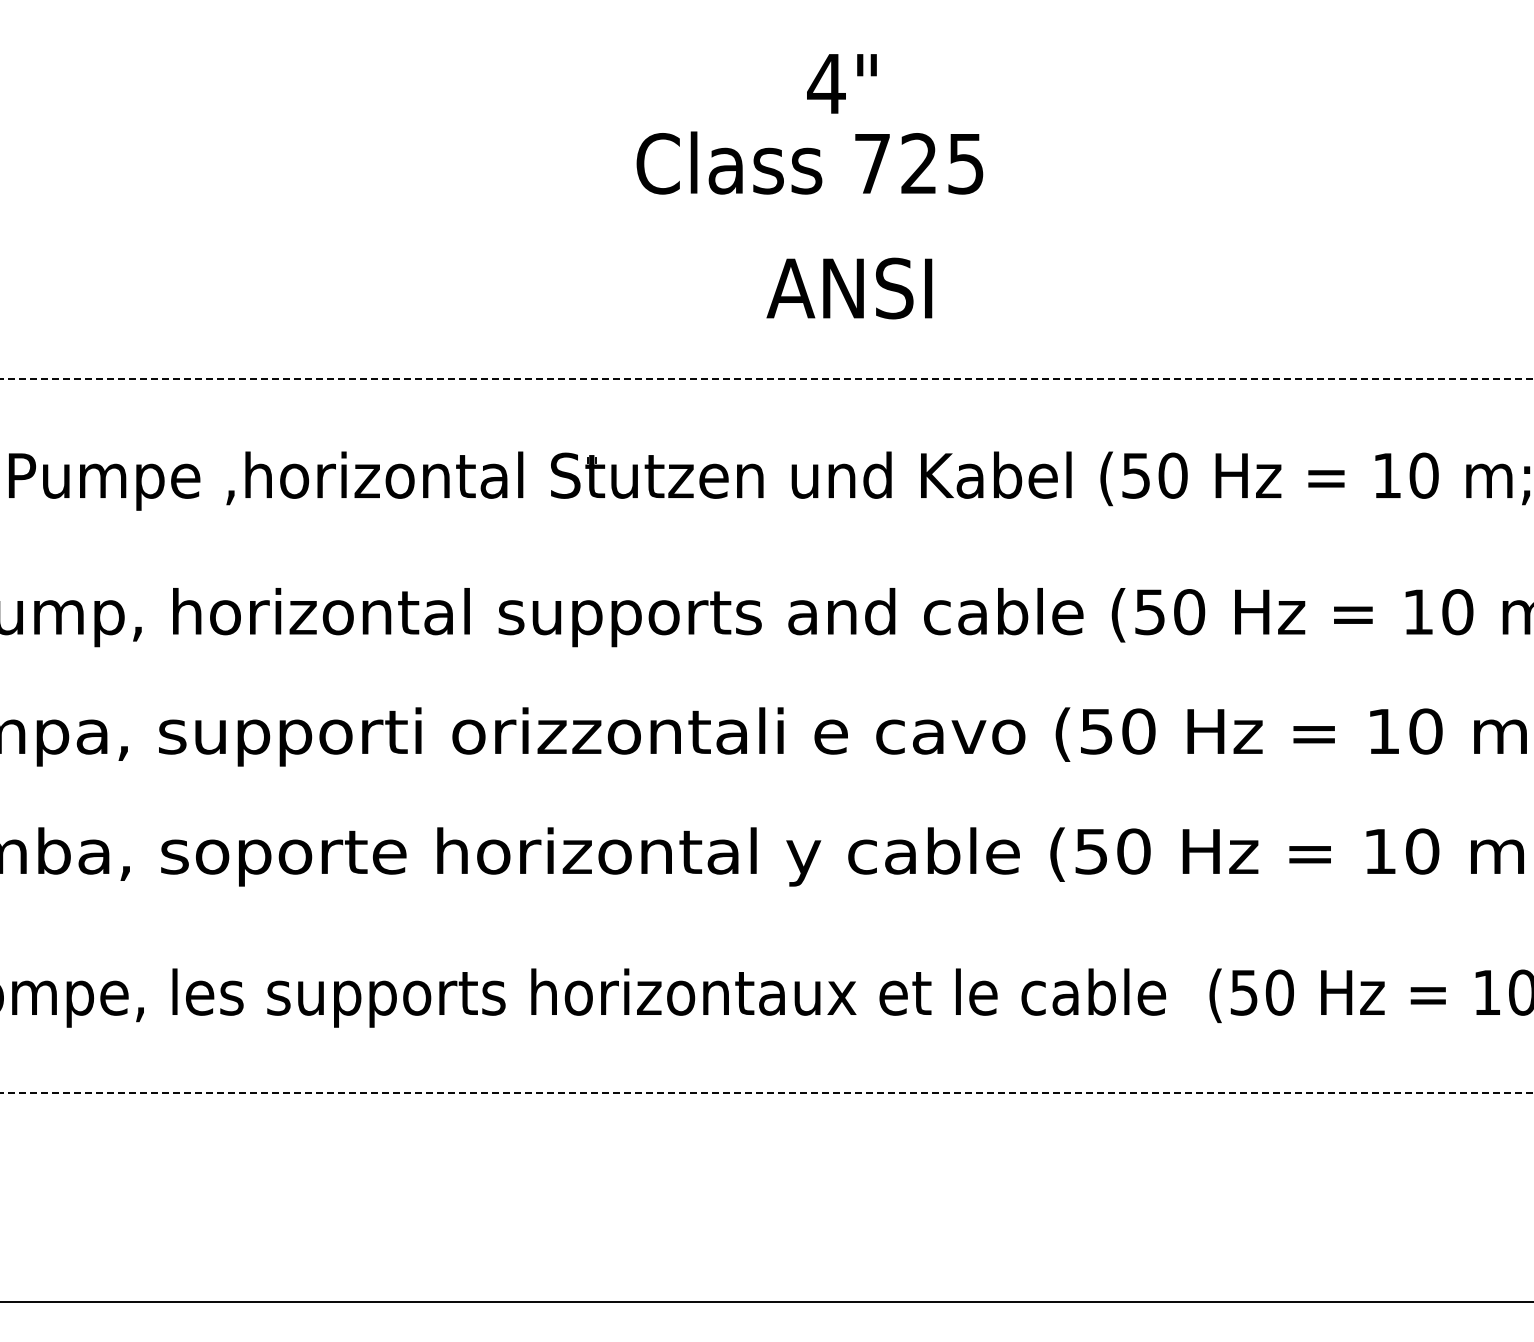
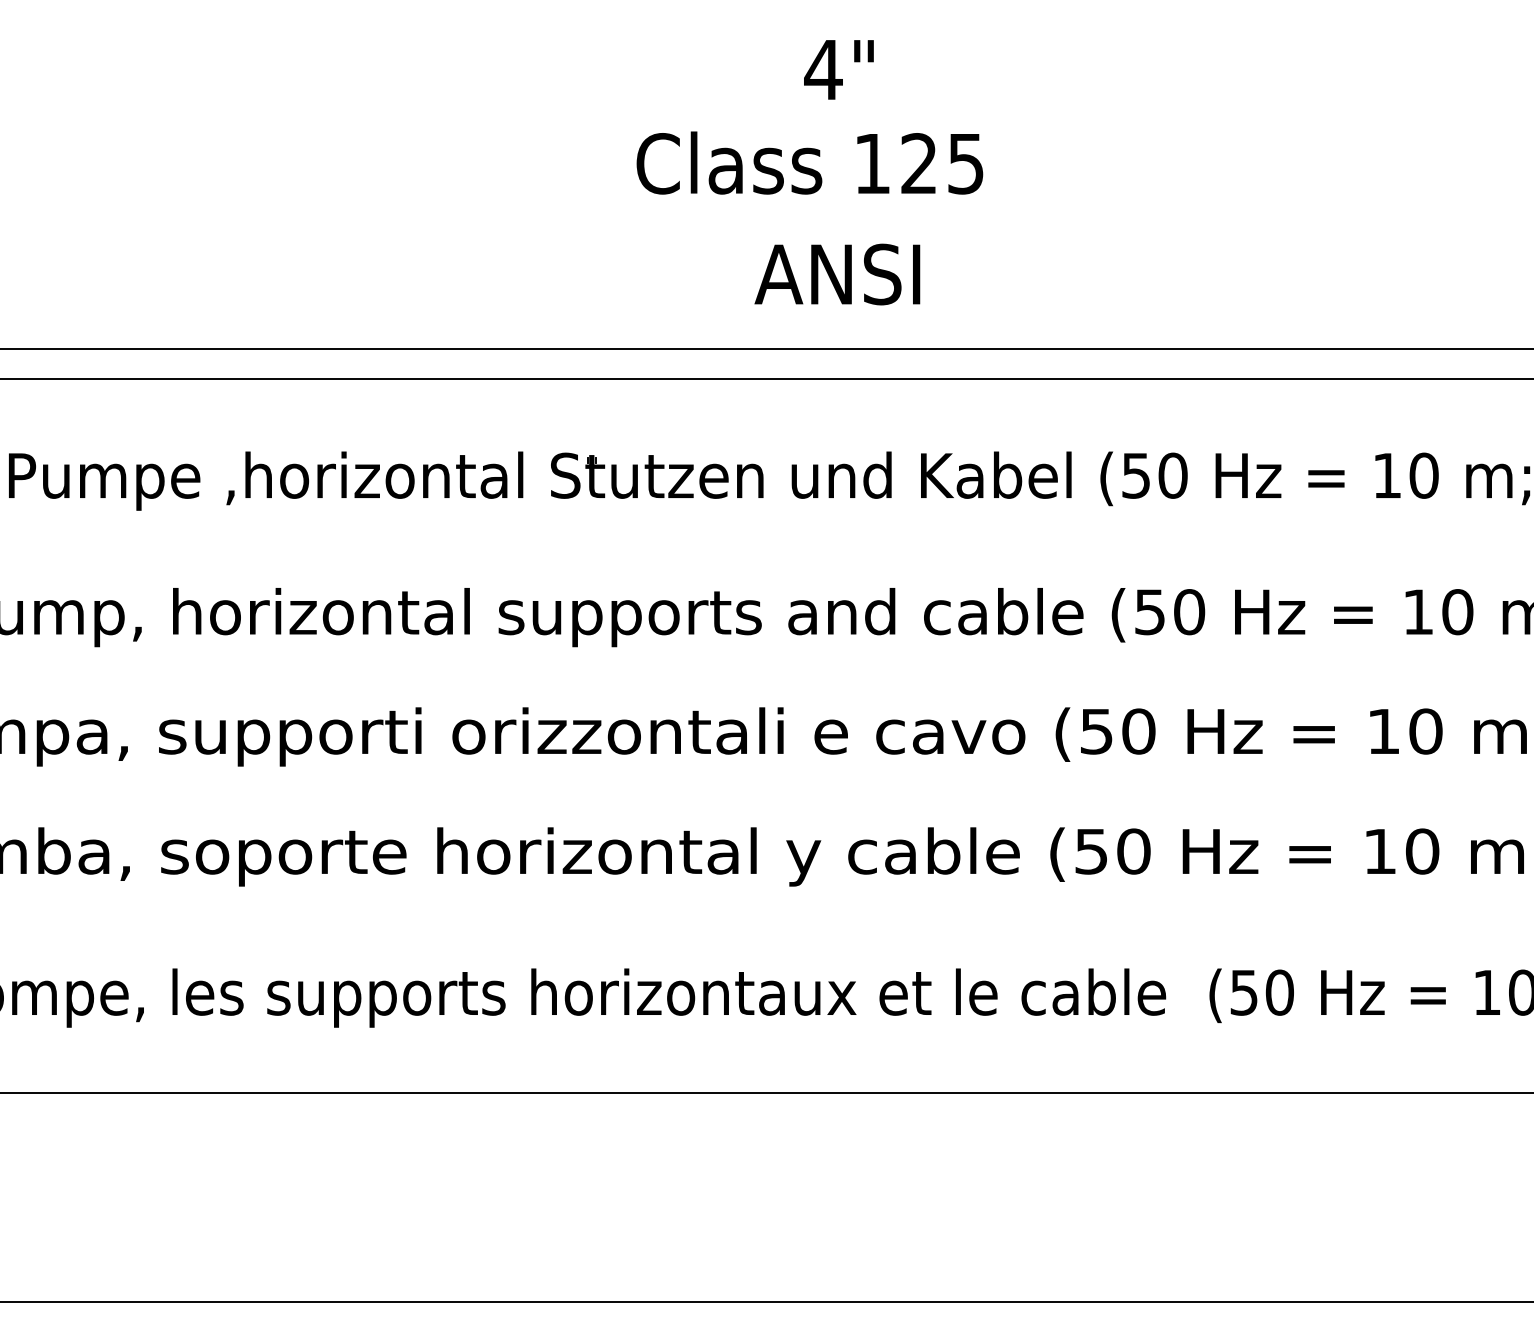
text at (841, 83) position: (841, 83) -> (838, 69)
text at (872, 163): 725 -> 125
text at (849, 288) position: (849, 288) -> (837, 274)
line at (766, 348): none -> present
line at (766, 378): dashed -> solid
line at (766, 1093): dashed -> solid
